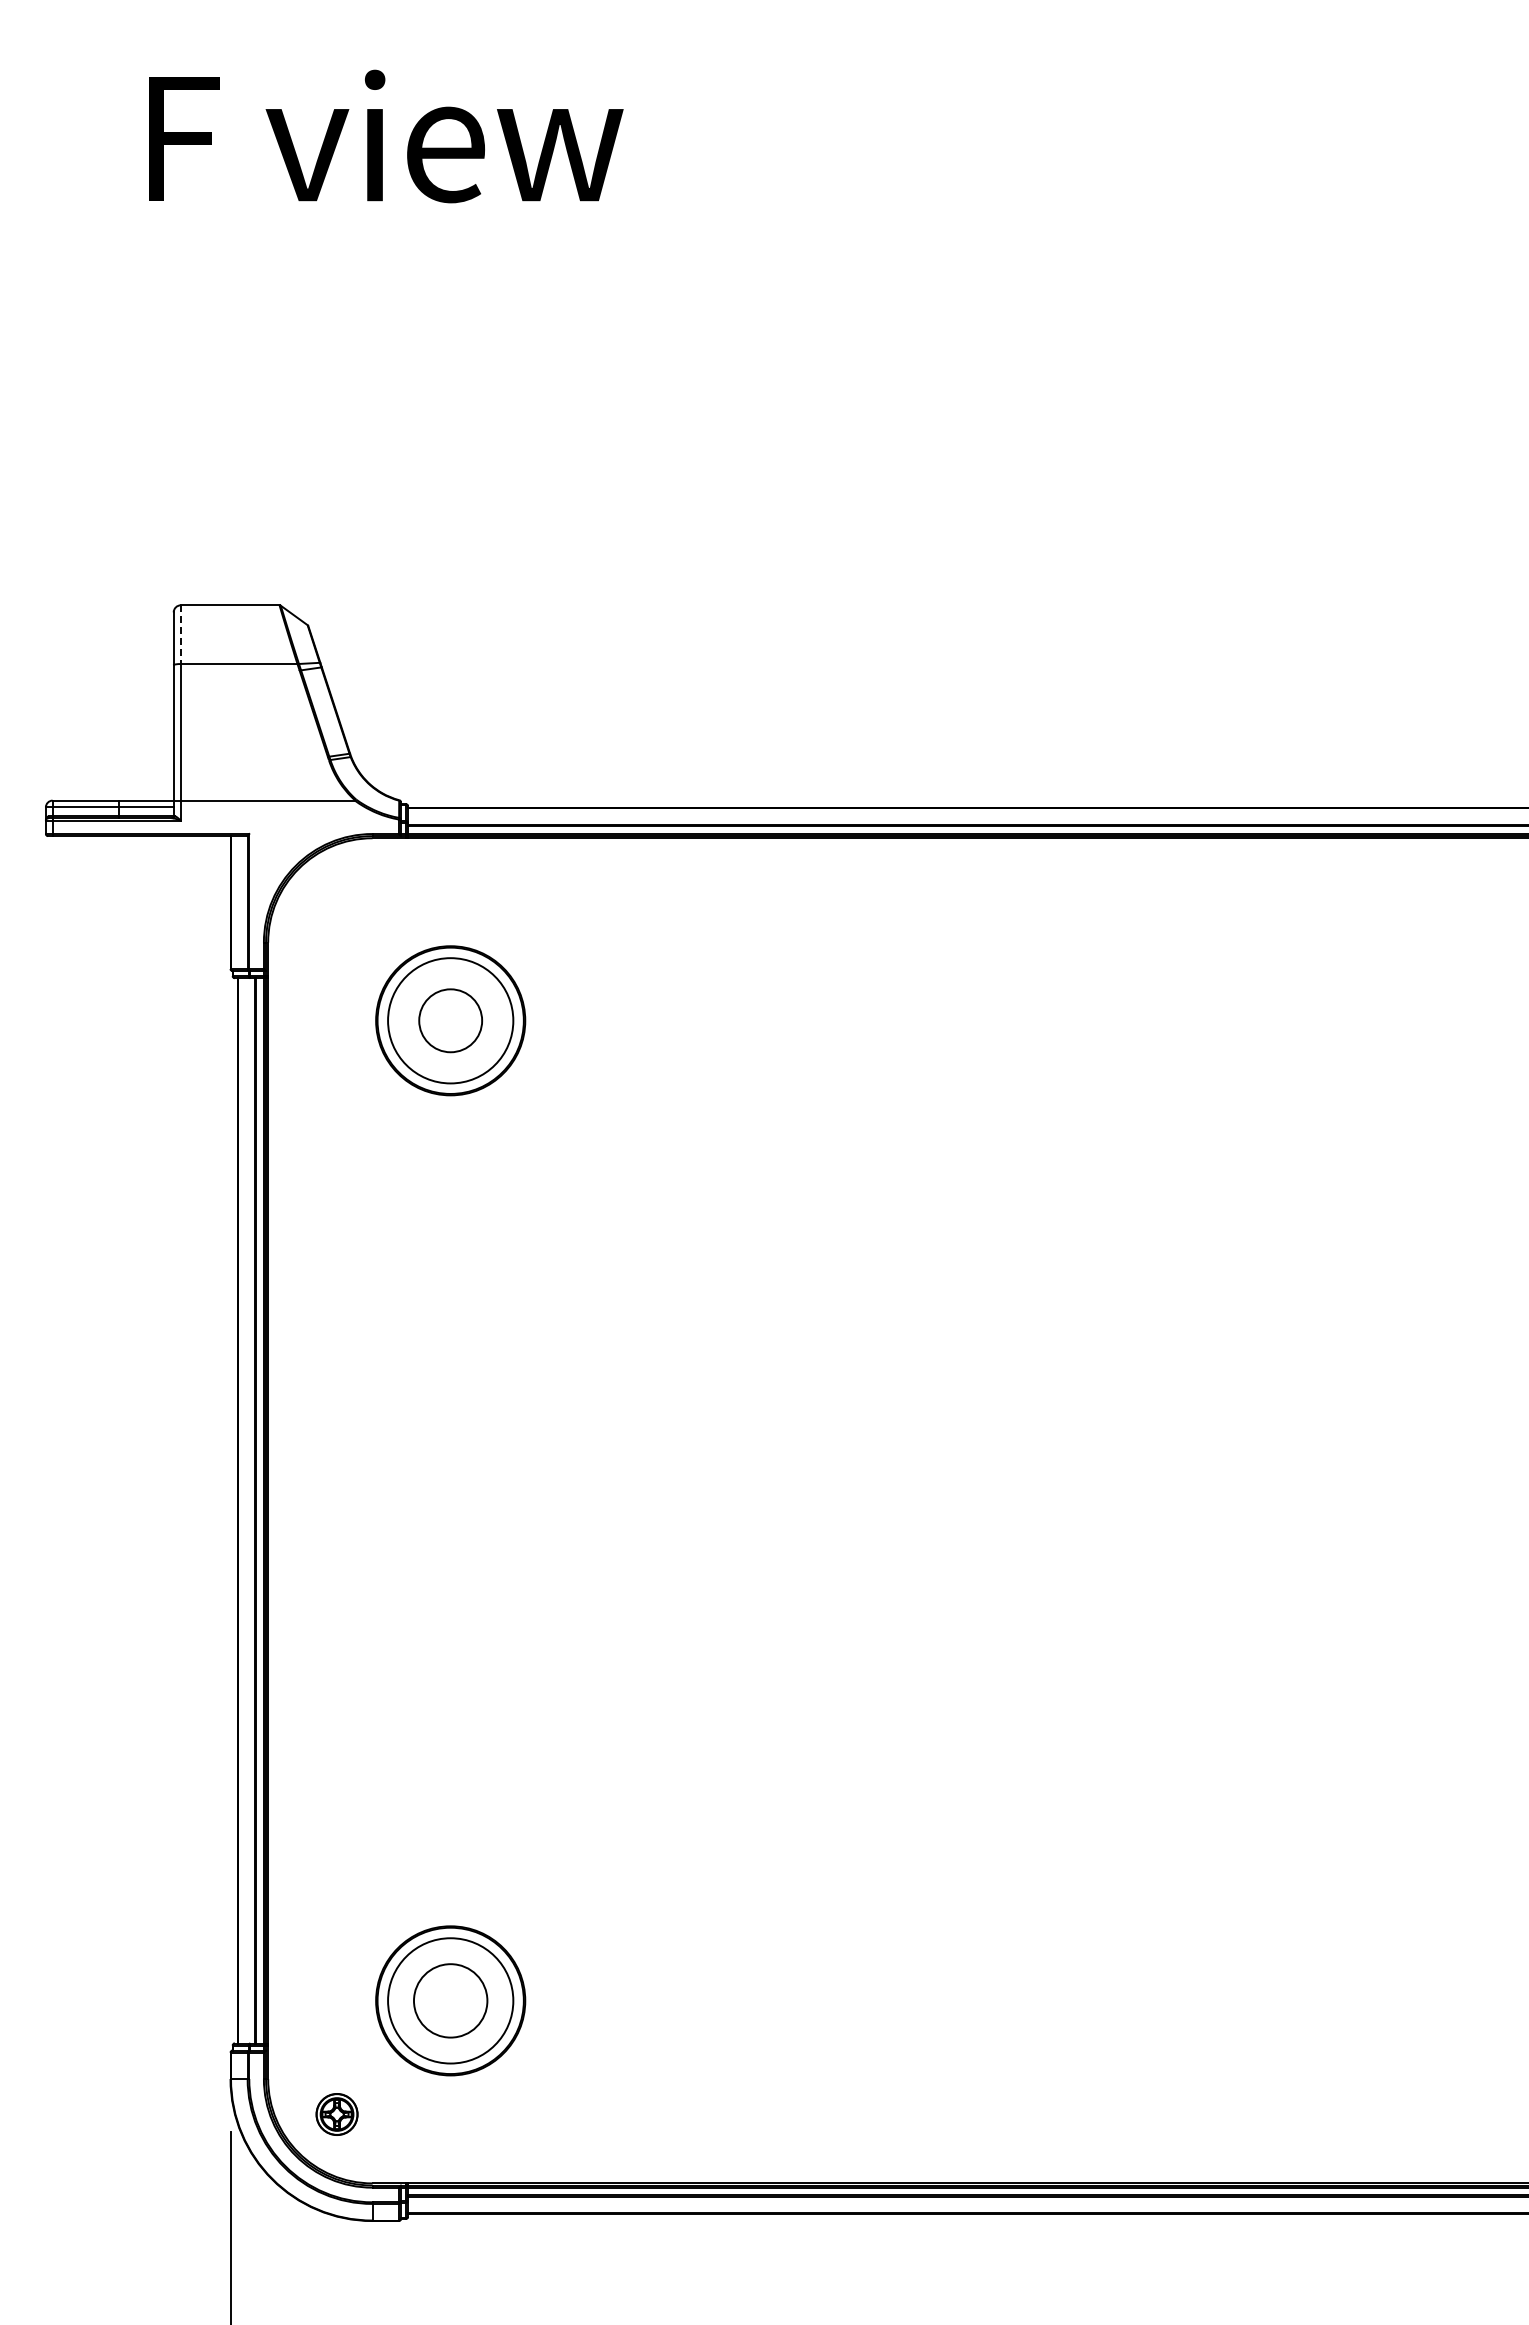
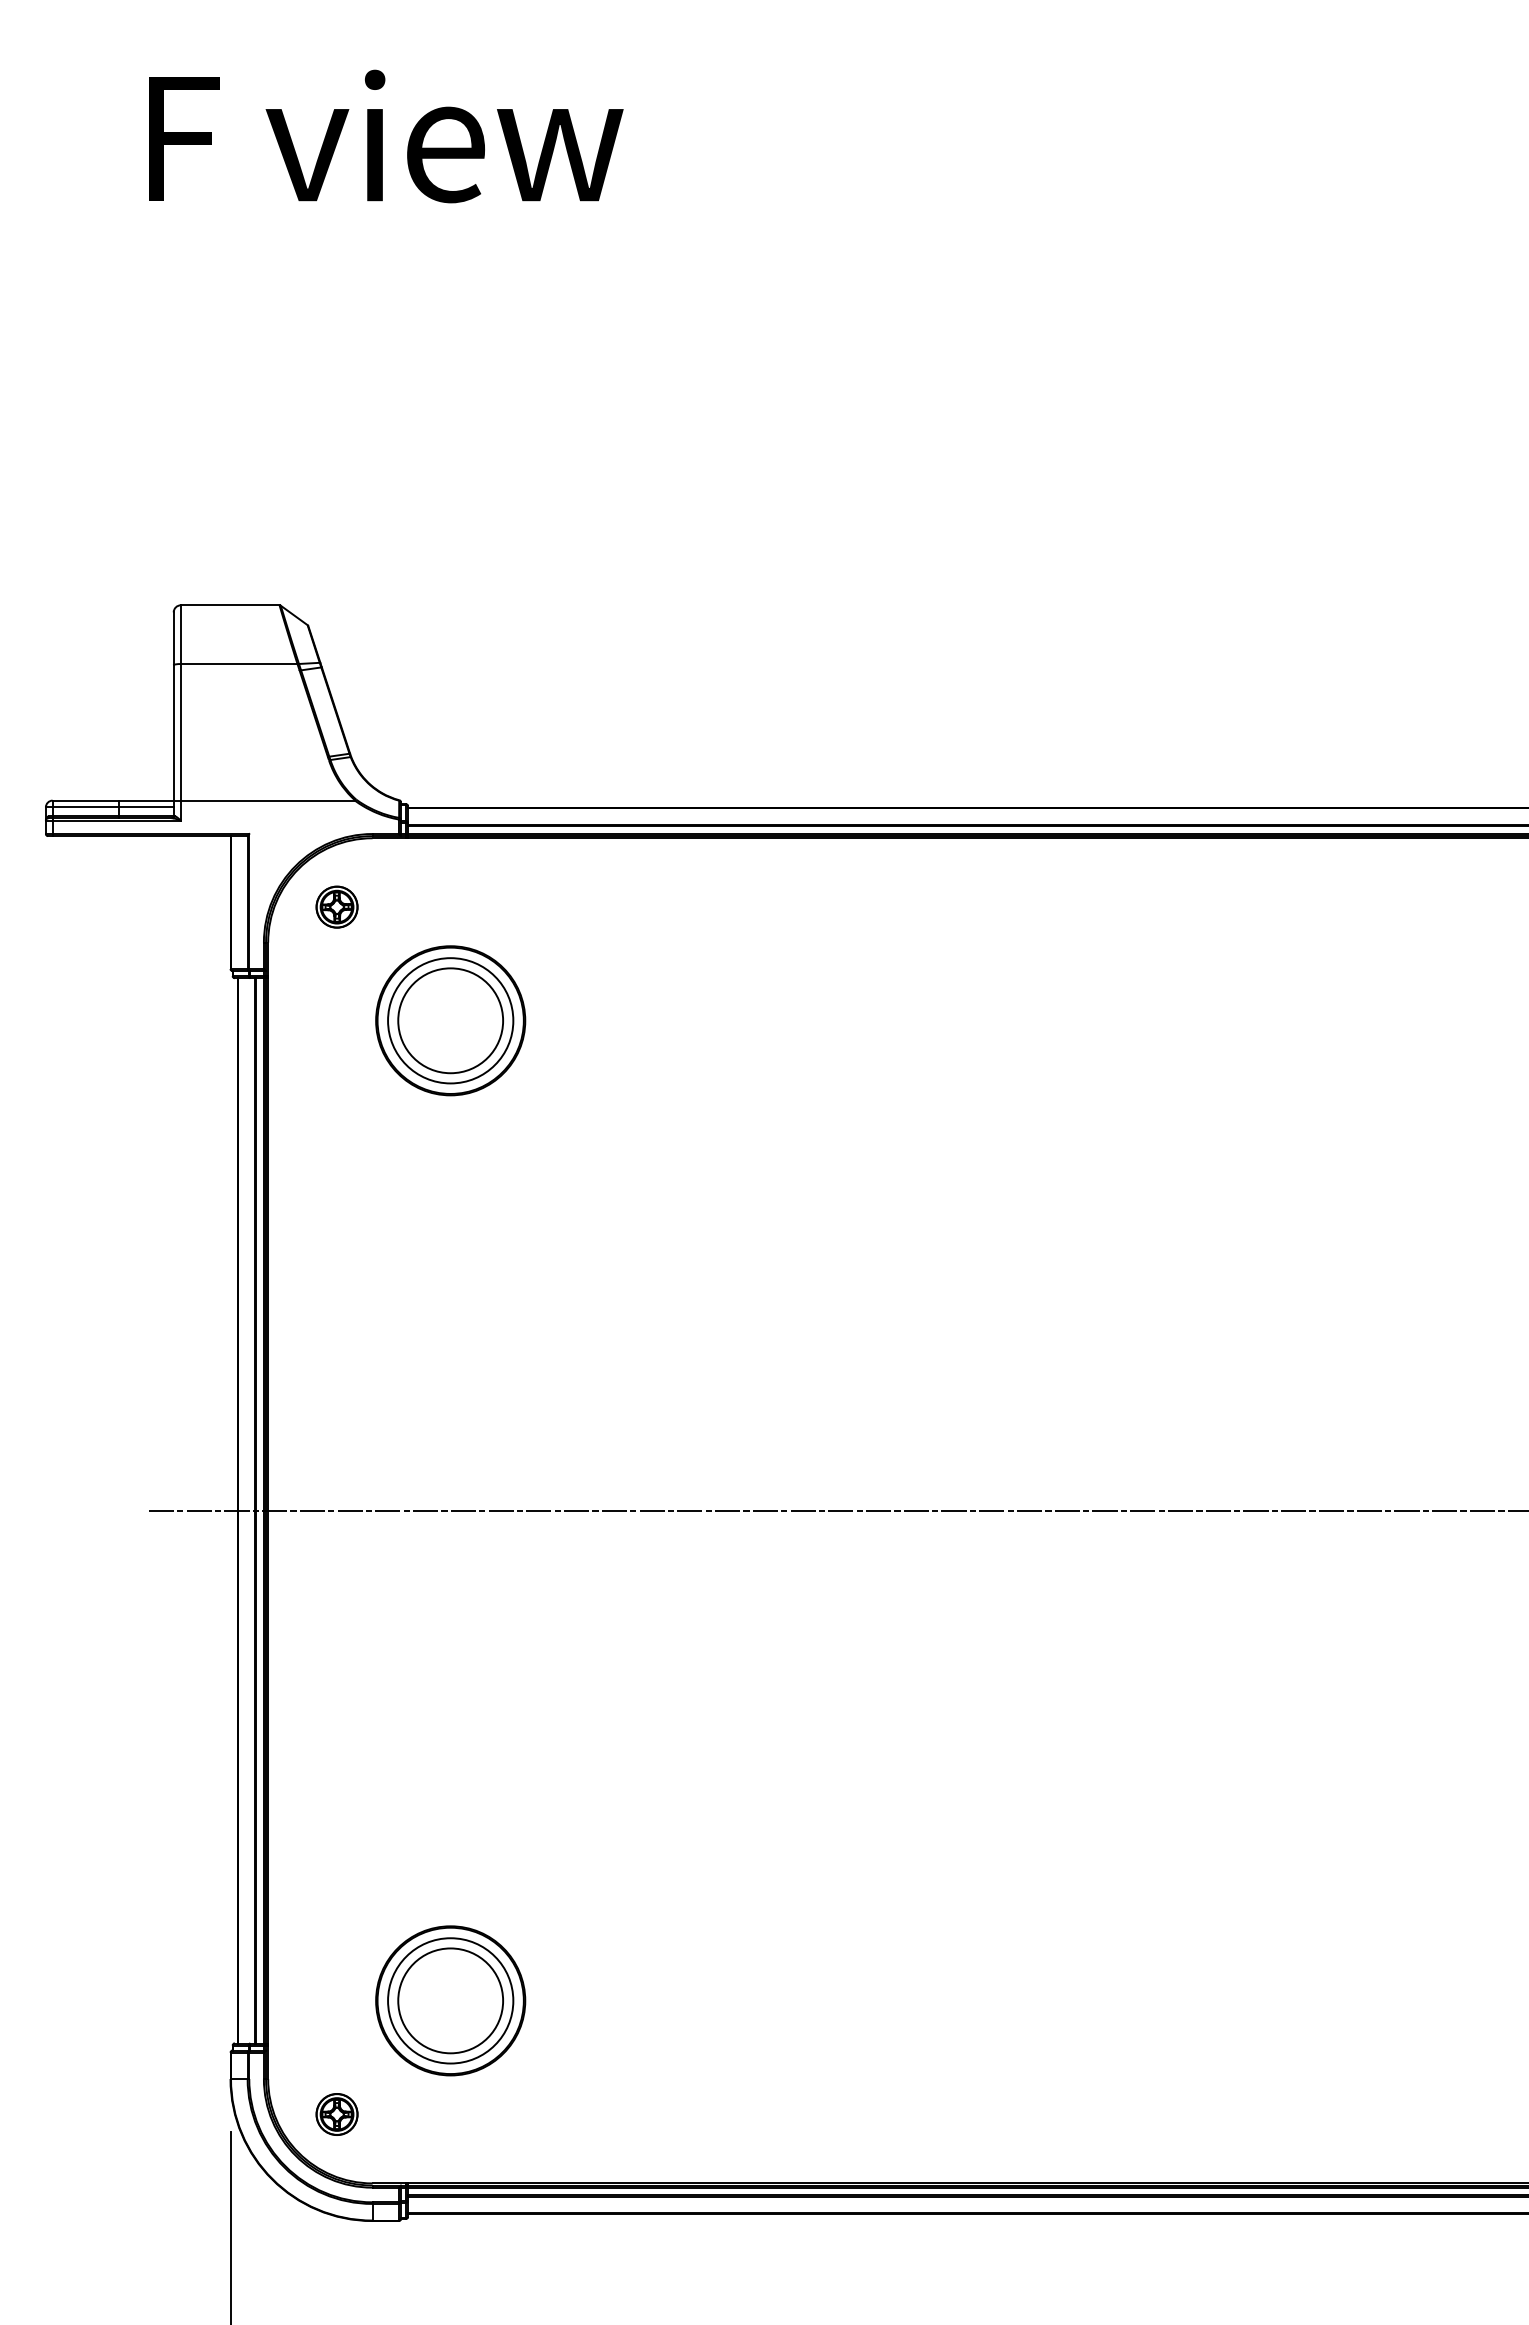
line at (180, 635): dashed -> solid
part at (336, 906): none -> present
circle at (450, 1020) diameter: 63 px -> 105 px
line at (836, 1510): none -> present
circle at (450, 2000) diameter: 73 px -> 105 px
